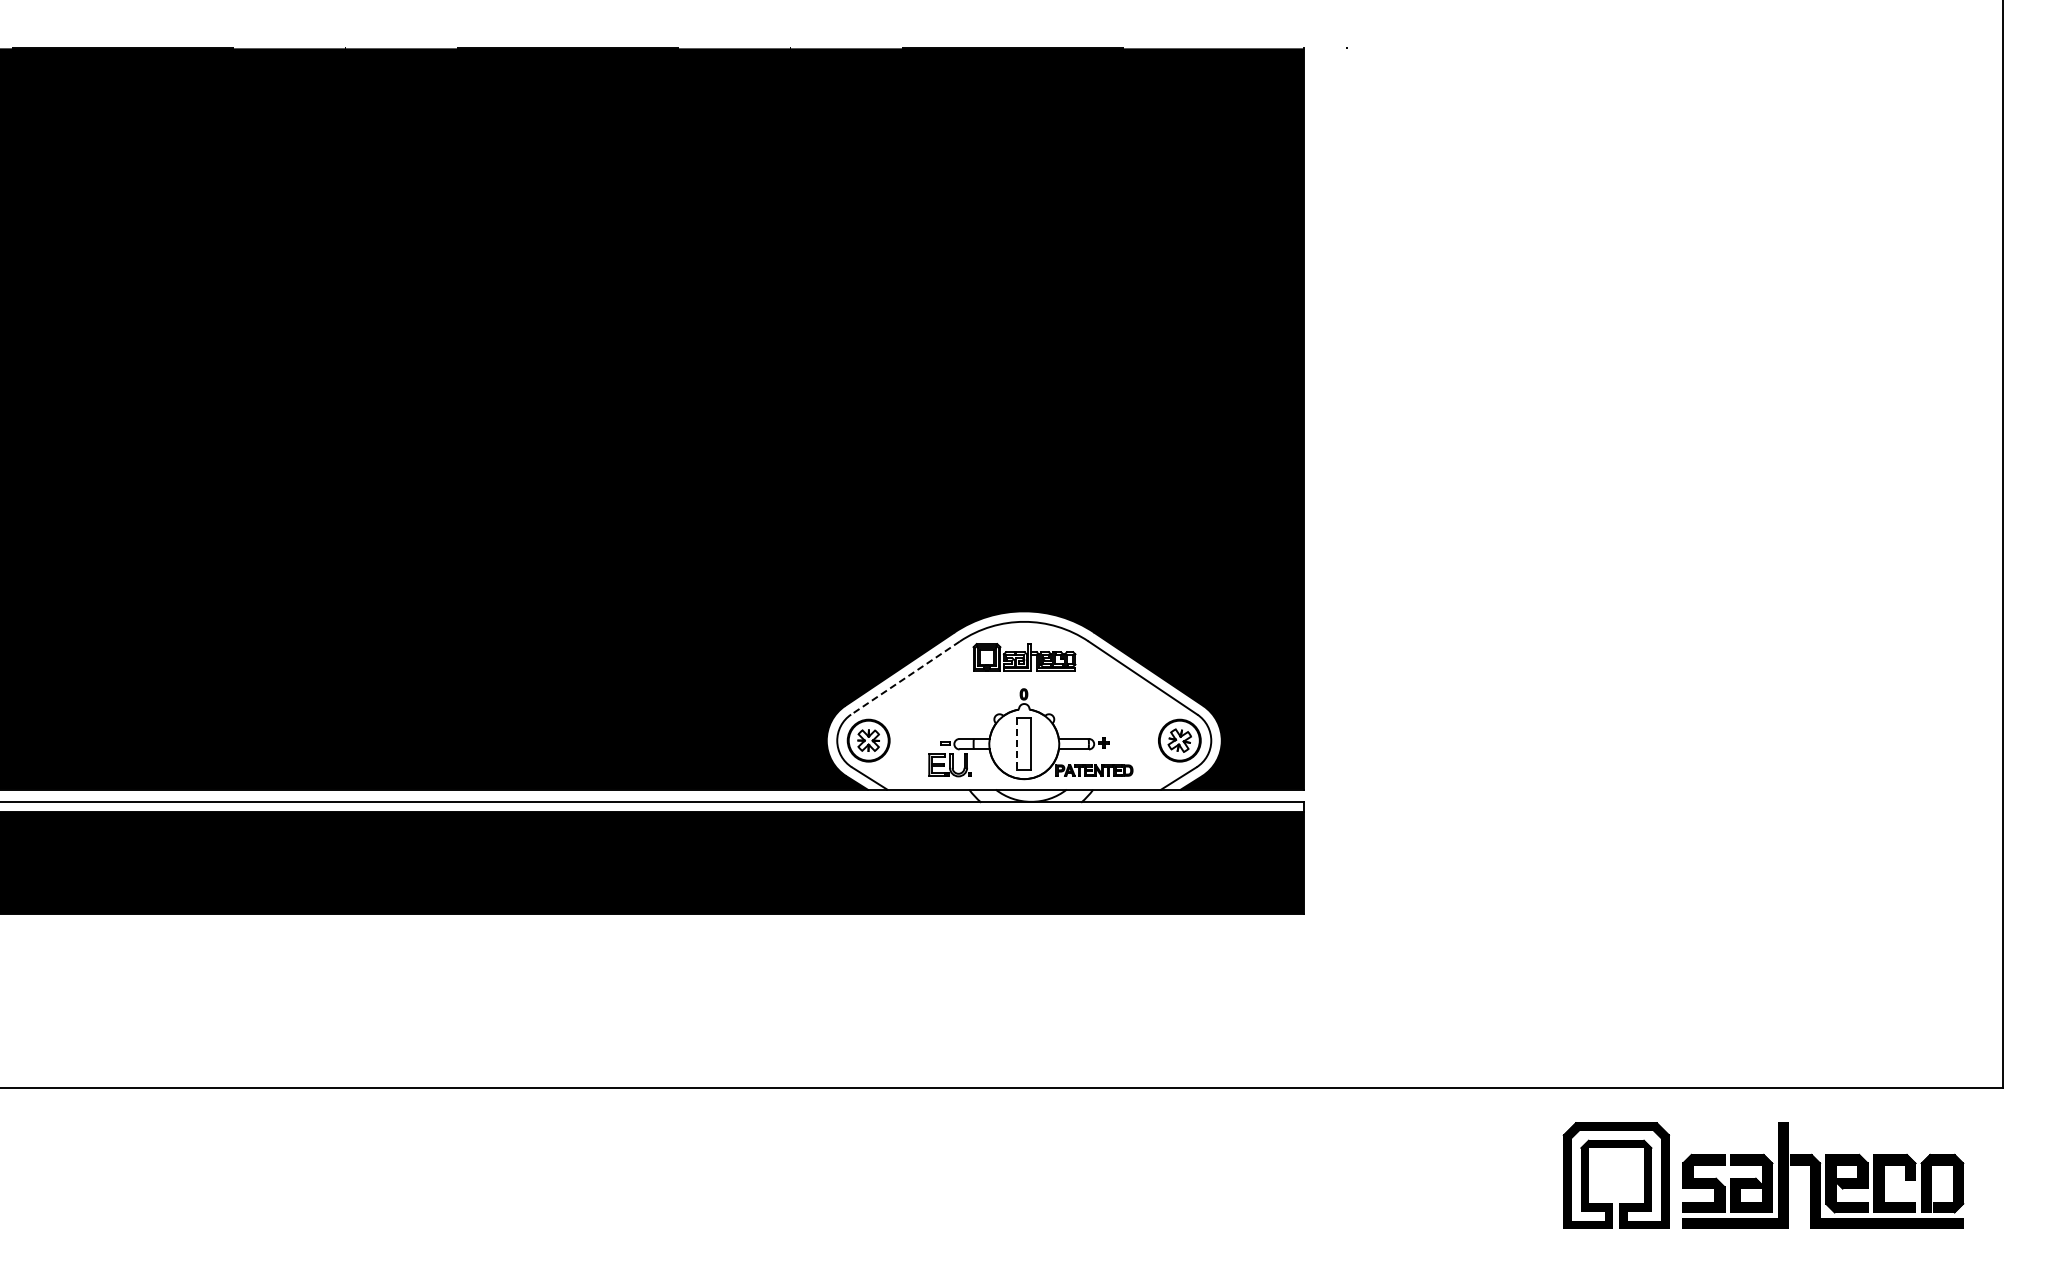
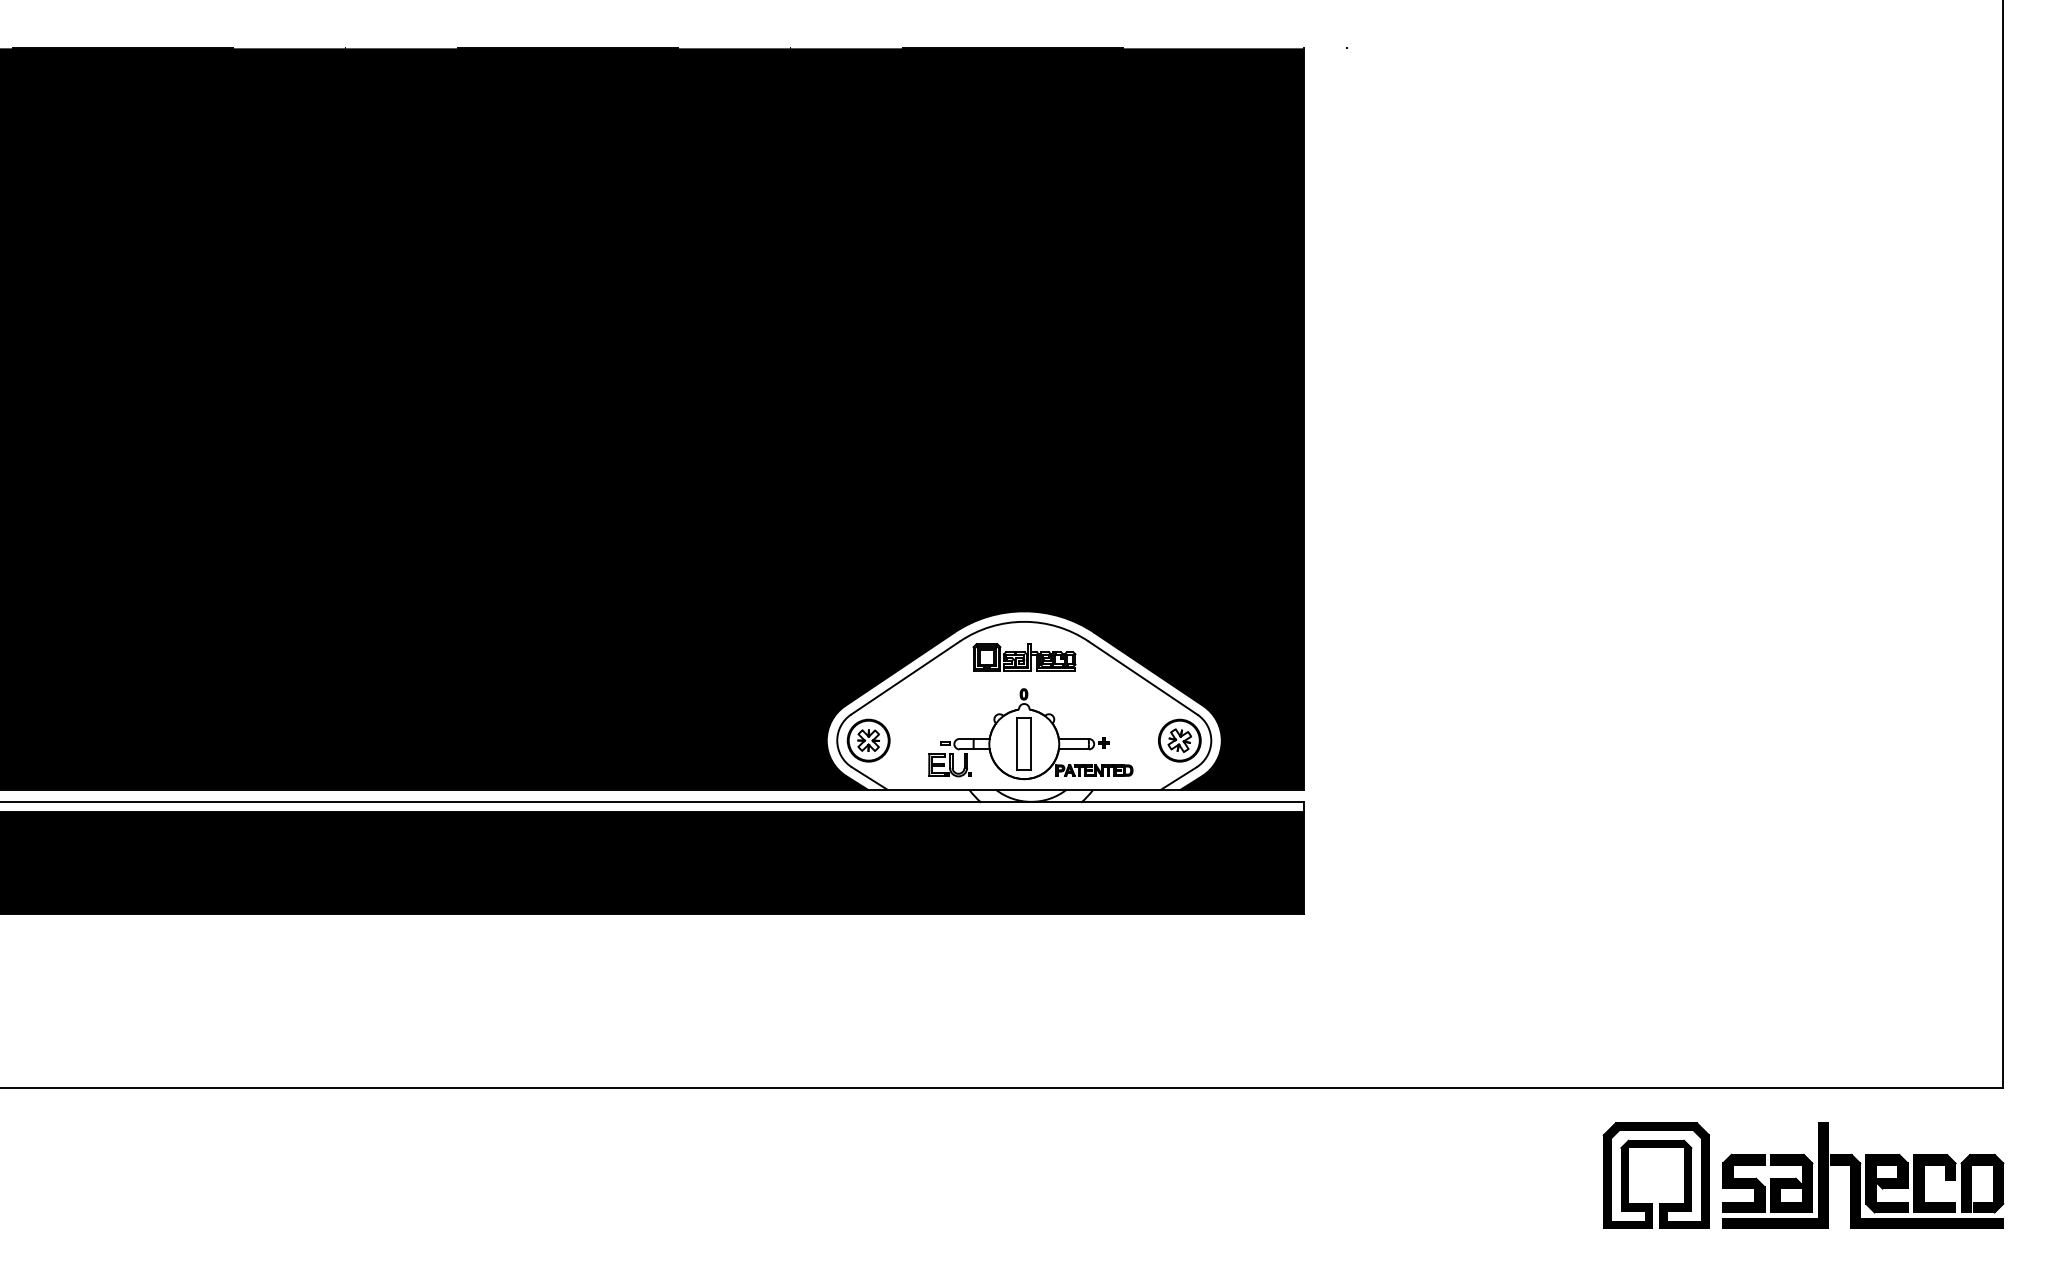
line at (905, 678): dashed -> solid
line at (1017, 744): dashed -> solid
part at (1763, 1175) position: (1763, 1175) -> (1803, 1175)
